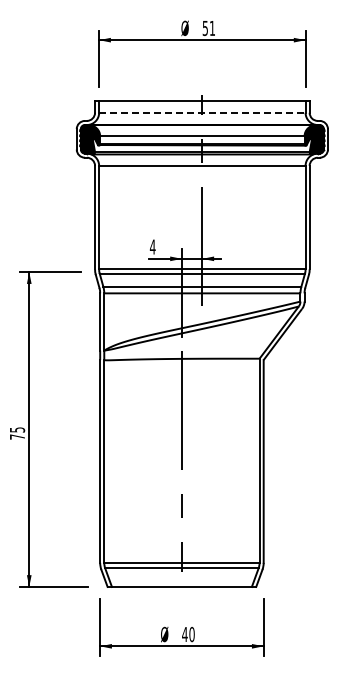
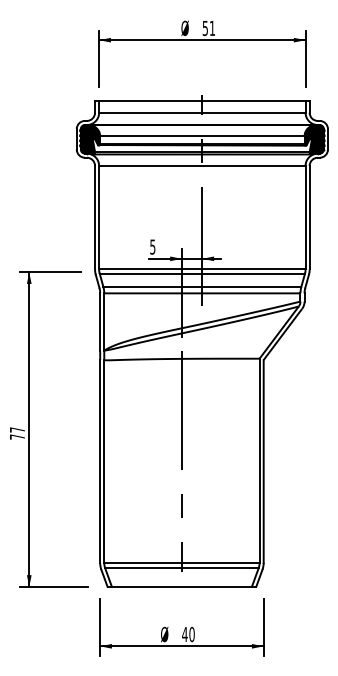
line at (202, 112): dashed -> solid
text at (152, 246): 4 -> 5
text at (17, 429): 75 -> 77
